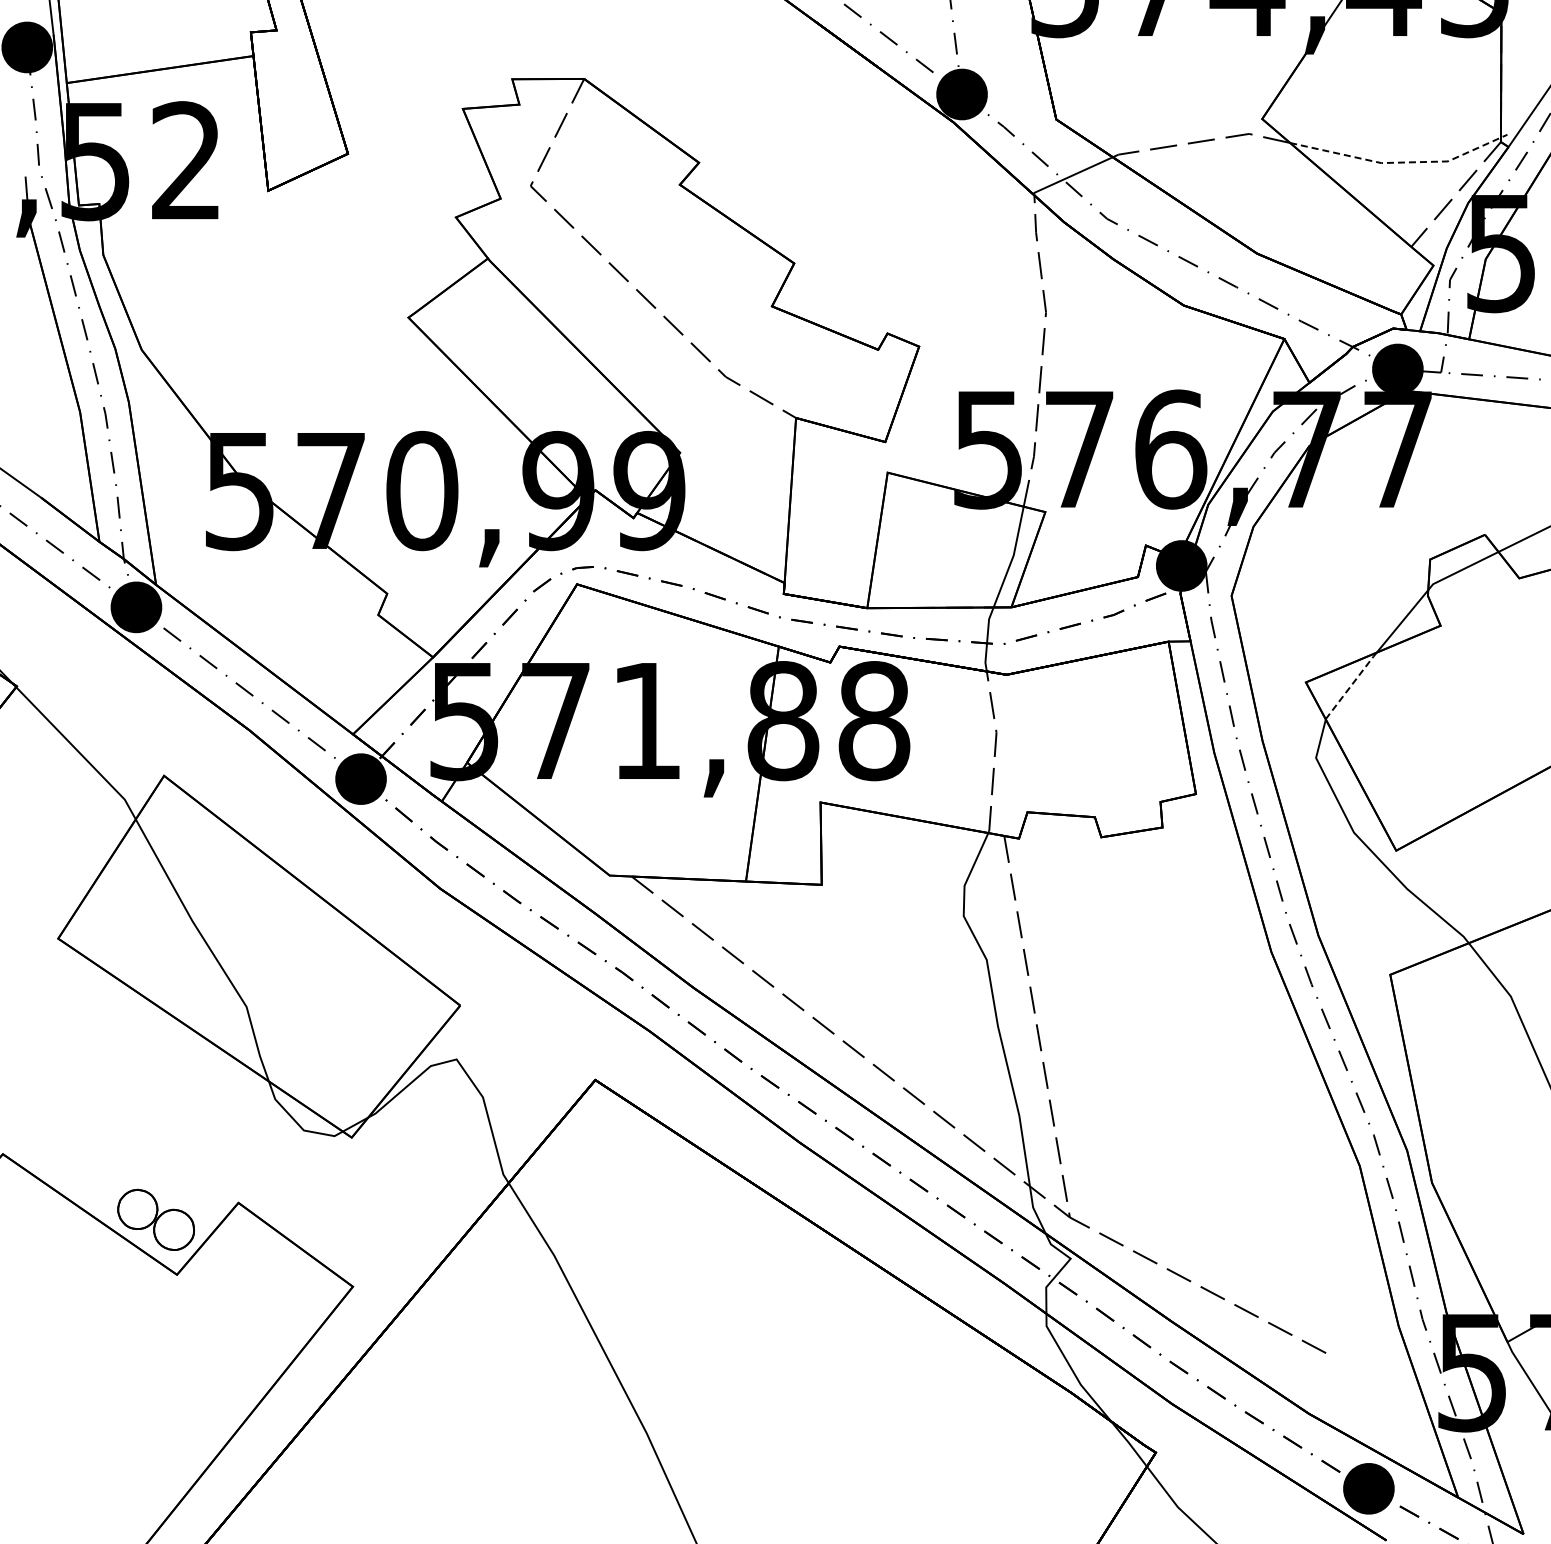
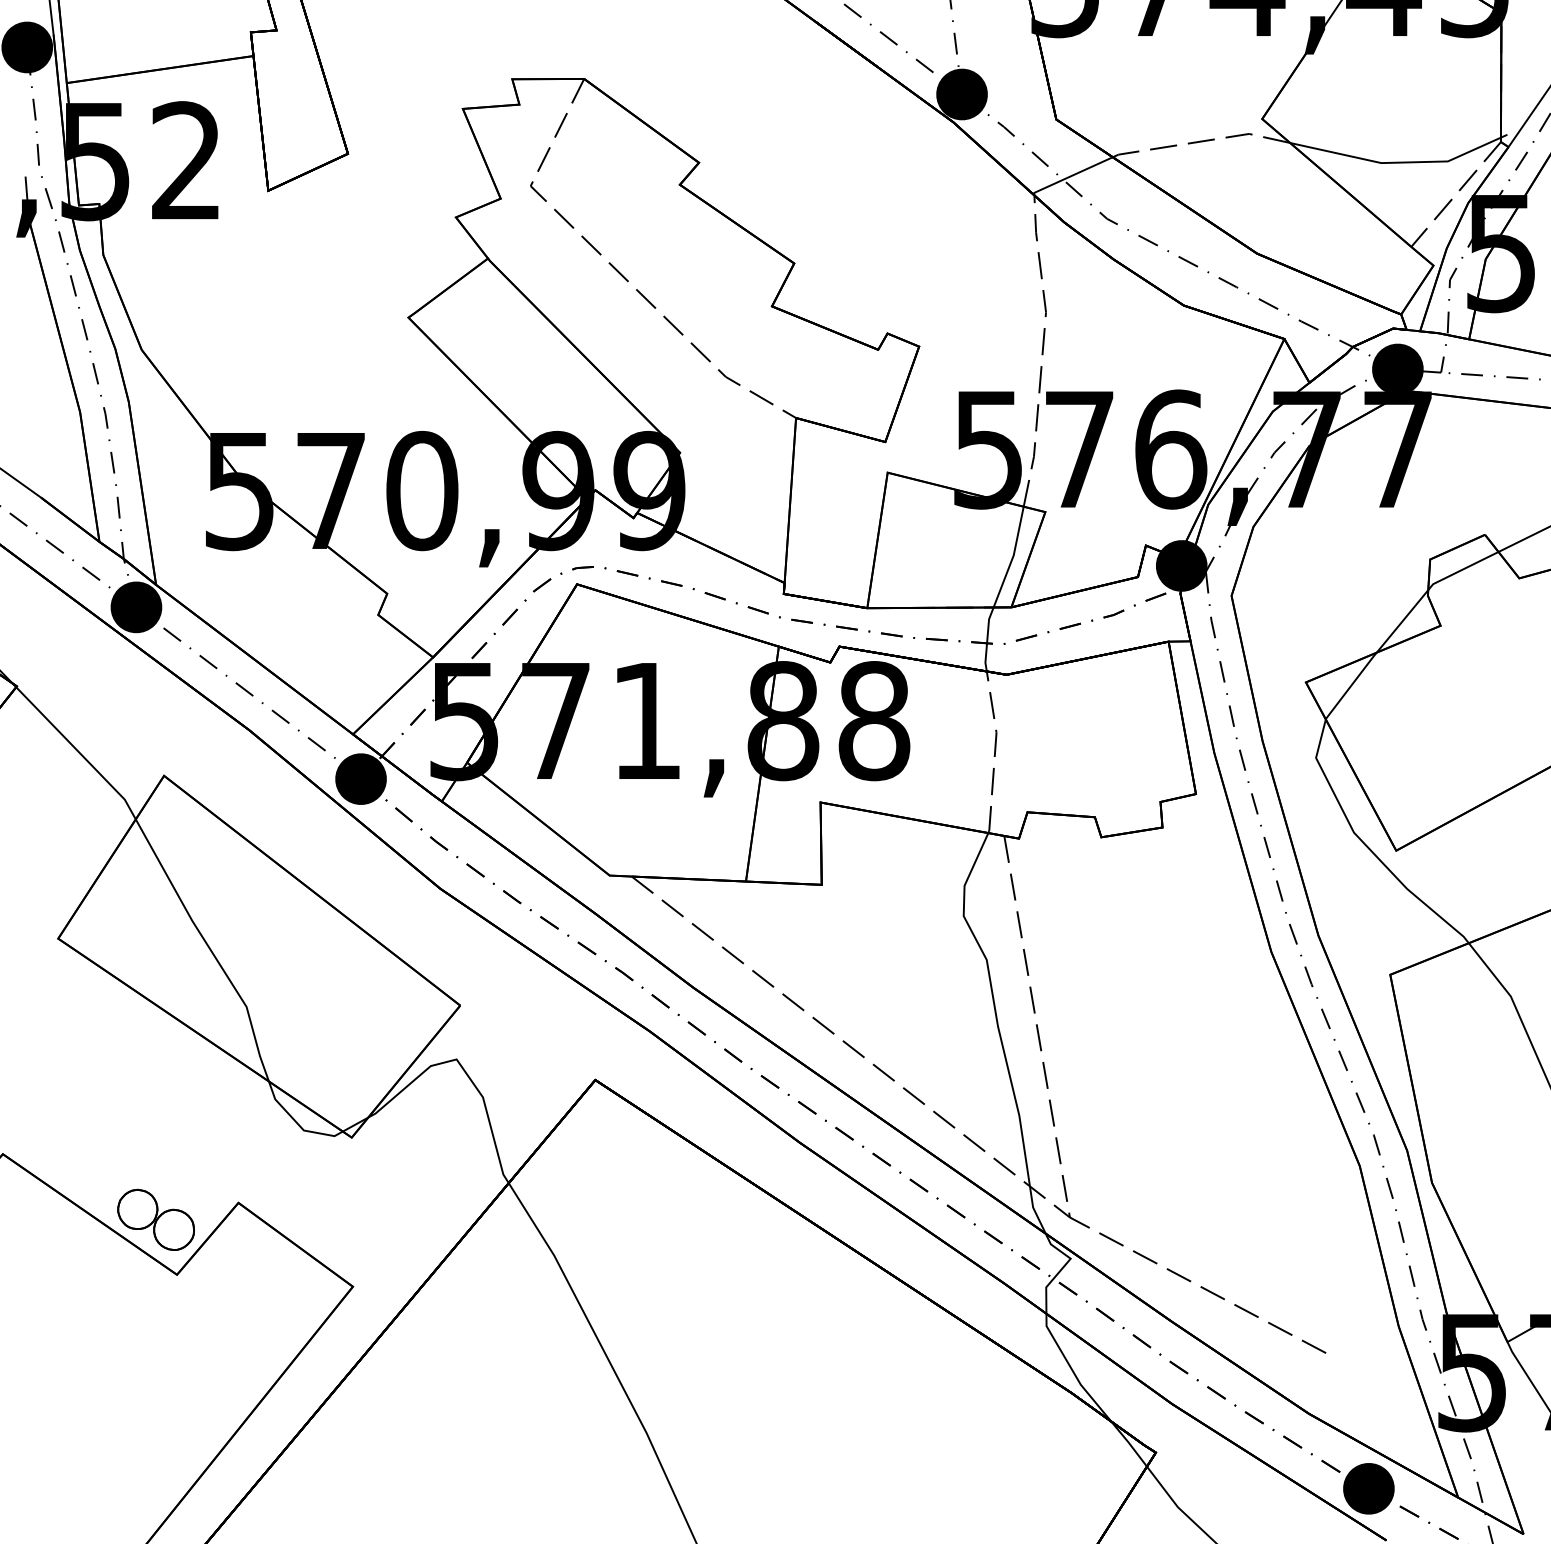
line at (1401, 162): dashed -> solid
line at (1351, 685): dashed -> solid
